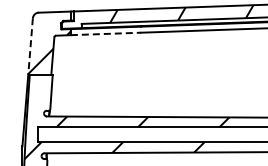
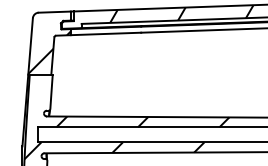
line at (106, 33): dashed -> solid
line at (30, 46): dashed -> solid
